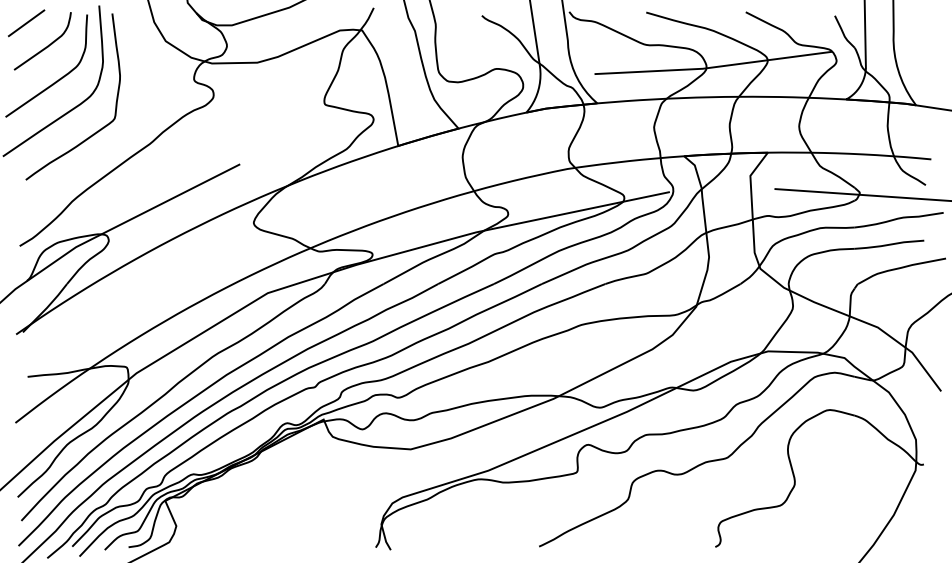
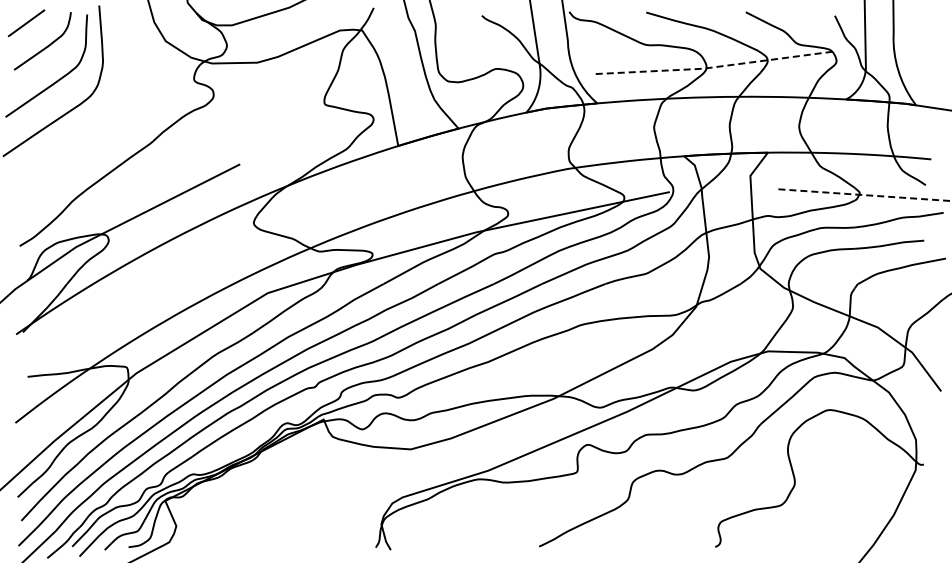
line at (712, 67): solid -> dashed
curve at (94, 132): present -> none
line at (862, 195): solid -> dashed
